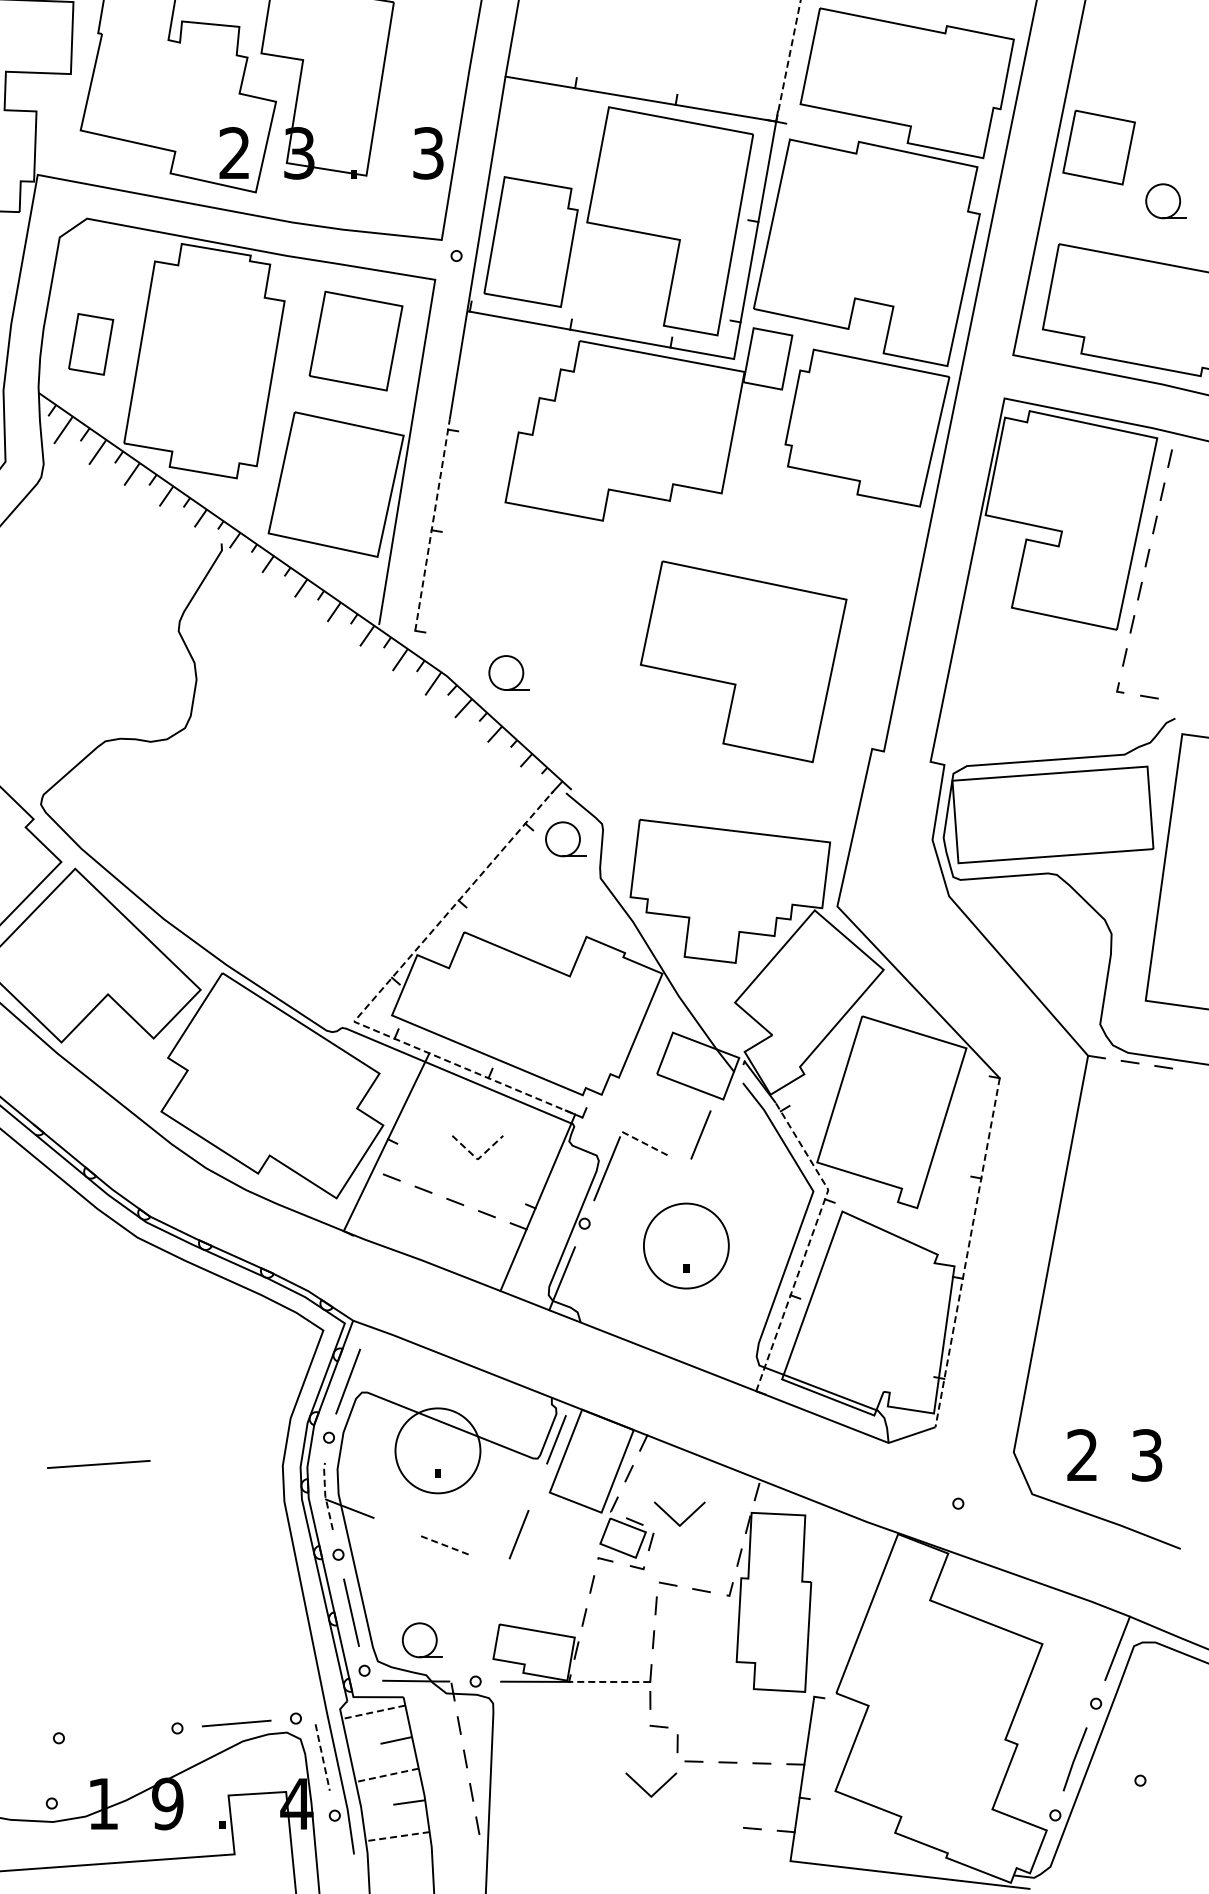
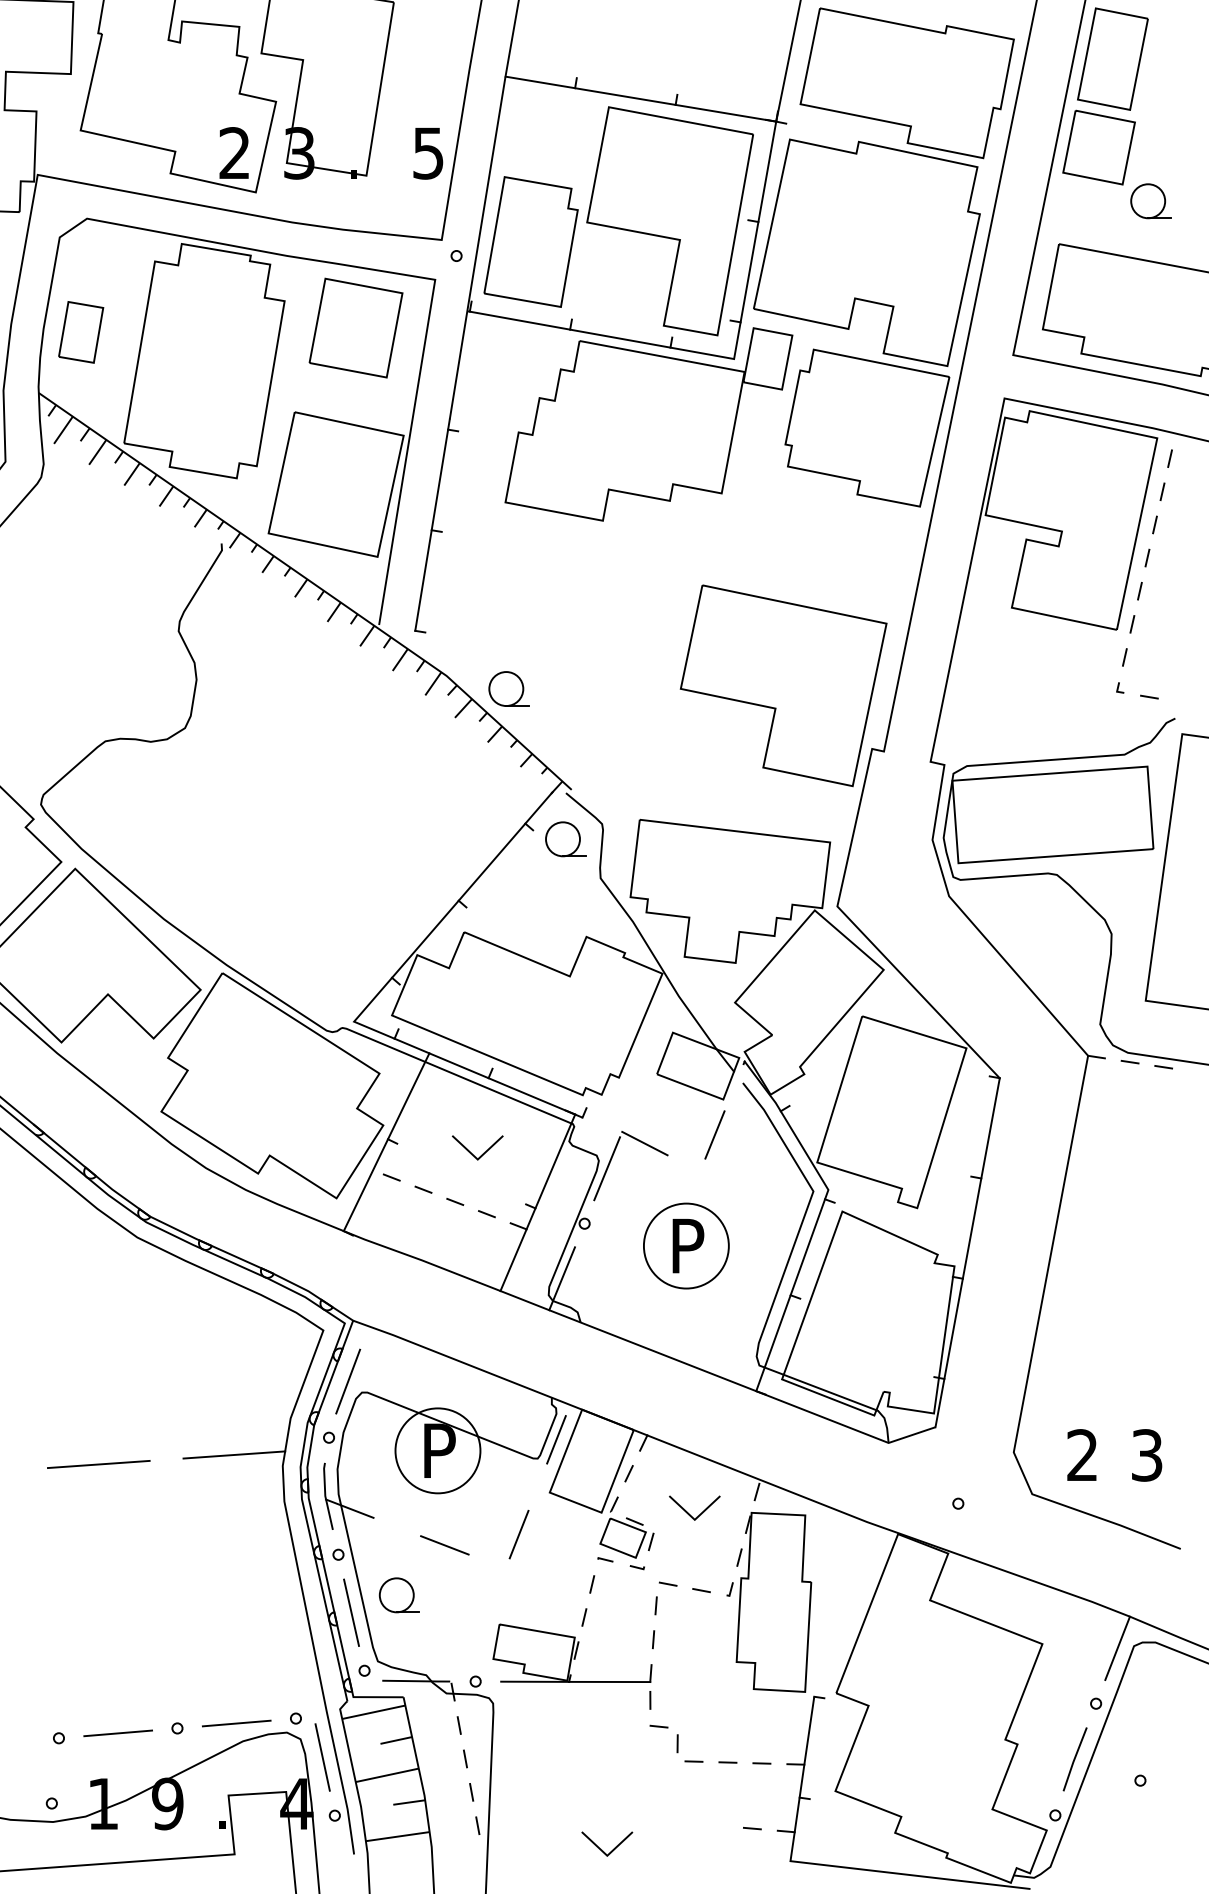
part at (1112, 58): none -> present
line at (788, 61): dashed -> solid
text at (428, 153): 3 -> 5
part at (1165, 201) position: (1165, 201) -> (1150, 201)
part at (355, 340) position: (355, 340) -> (355, 327)
part at (91, 344) position: (91, 344) -> (81, 332)
line at (432, 524): dashed -> solid
part at (743, 661) position: (743, 661) -> (783, 685)
part at (508, 672) position: (508, 672) -> (508, 688)
line at (371, 1001): dashed -> solid
line at (700, 1134) position: (700, 1134) -> (714, 1134)
line at (645, 1143): dashed -> solid
line at (477, 1159): dashed -> solid
line at (809, 1241): dashed -> solid
text at (688, 1245): . -> P
line at (967, 1253): dashed -> solid
text at (439, 1450): . -> P
line at (234, 1454): none -> present
line at (325, 1496): dashed -> solid
line at (673, 1518) position: (673, 1518) -> (688, 1512)
line at (445, 1545): dashed -> solid
part at (421, 1640) position: (421, 1640) -> (398, 1595)
line at (609, 1681): dashed -> solid
line at (373, 1712): dashed -> solid
line at (117, 1733): none -> present
line at (322, 1757): dashed -> solid
line at (386, 1775): dashed -> solid
line at (657, 1789) position: (657, 1789) -> (613, 1848)
line at (397, 1836): dashed -> solid
